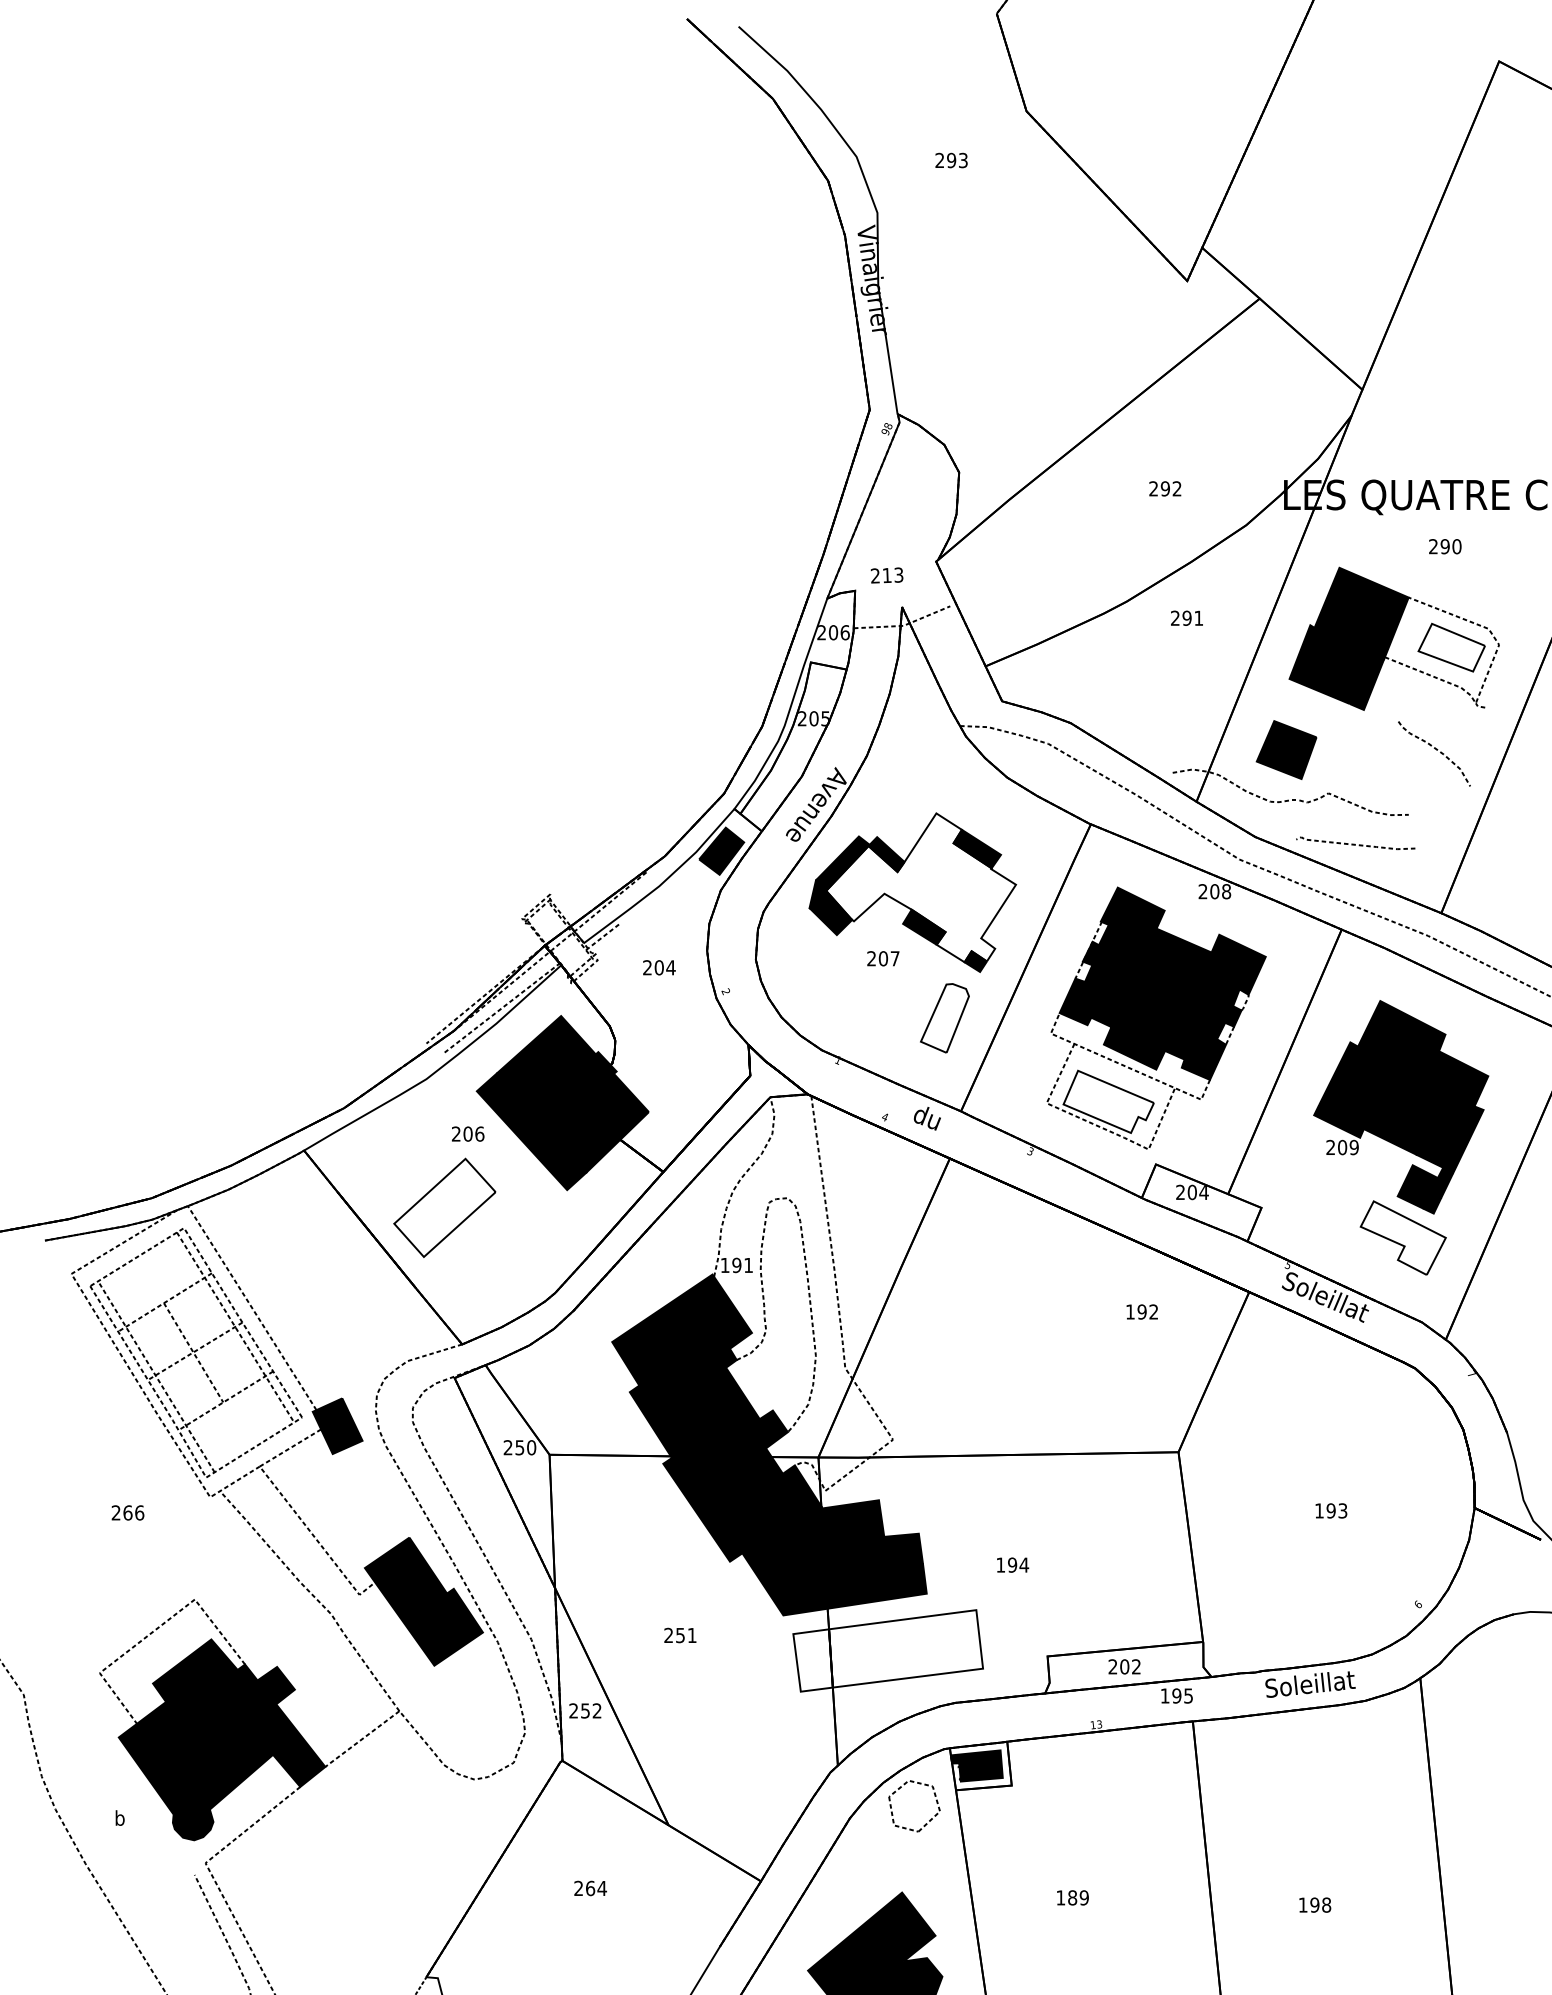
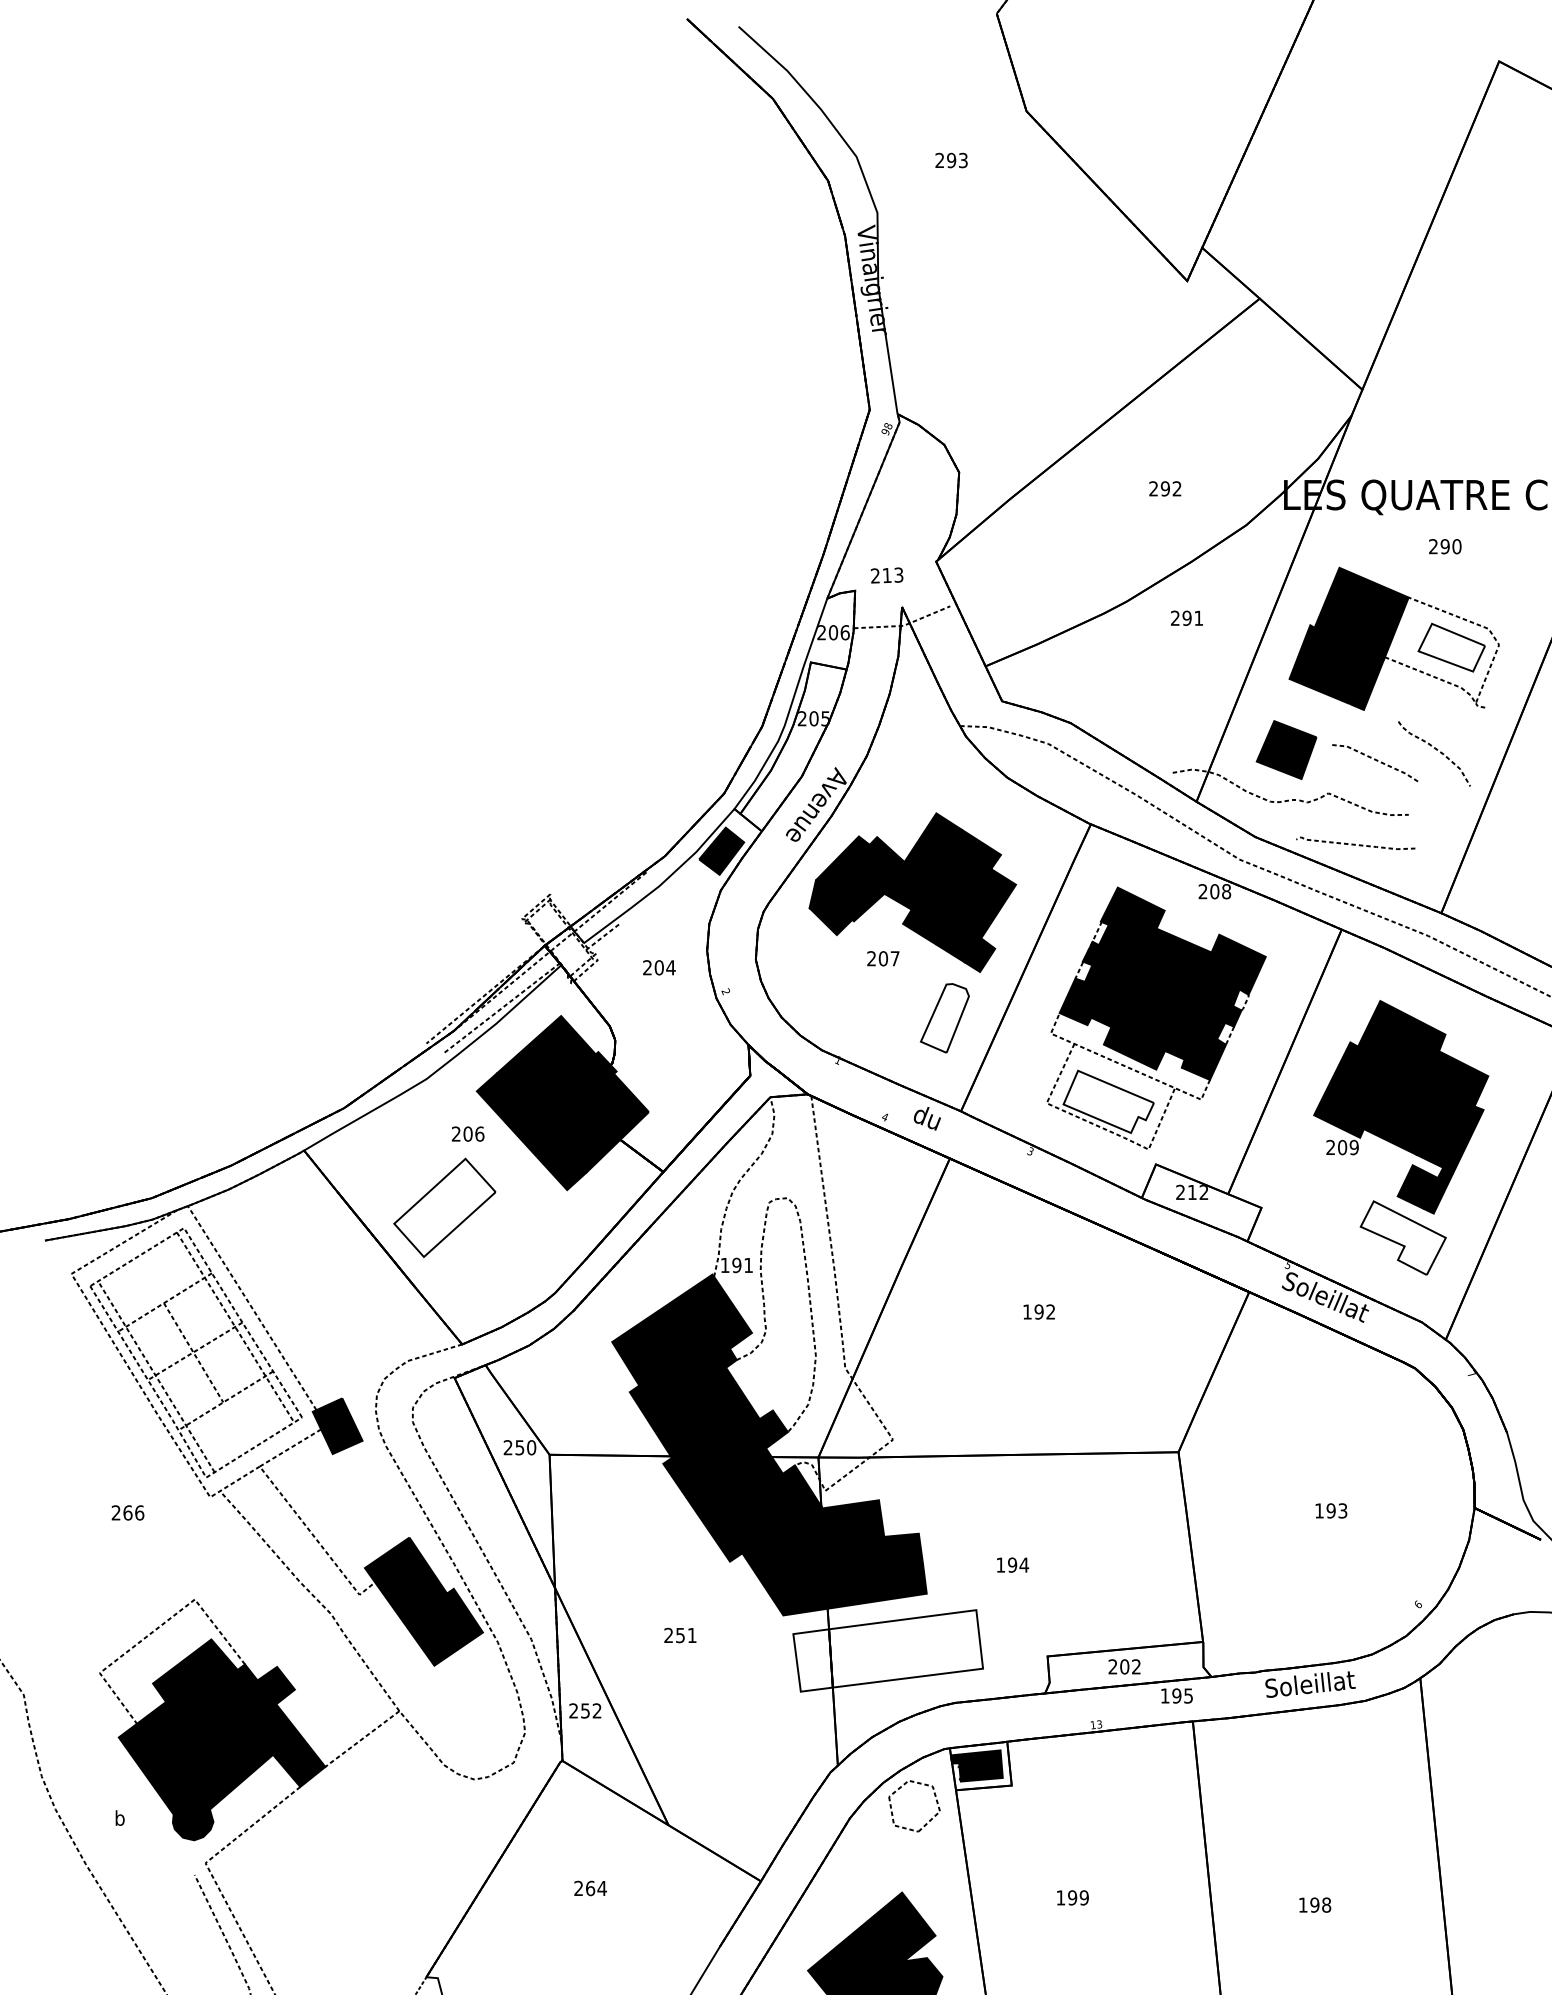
line at (1376, 761): none -> present
fill at (921, 887): none -> present
text at (1197, 1192): 204 -> 212
text at (1141, 1311) position: (1141, 1311) -> (1038, 1311)
text at (1072, 1897): 189 -> 199
